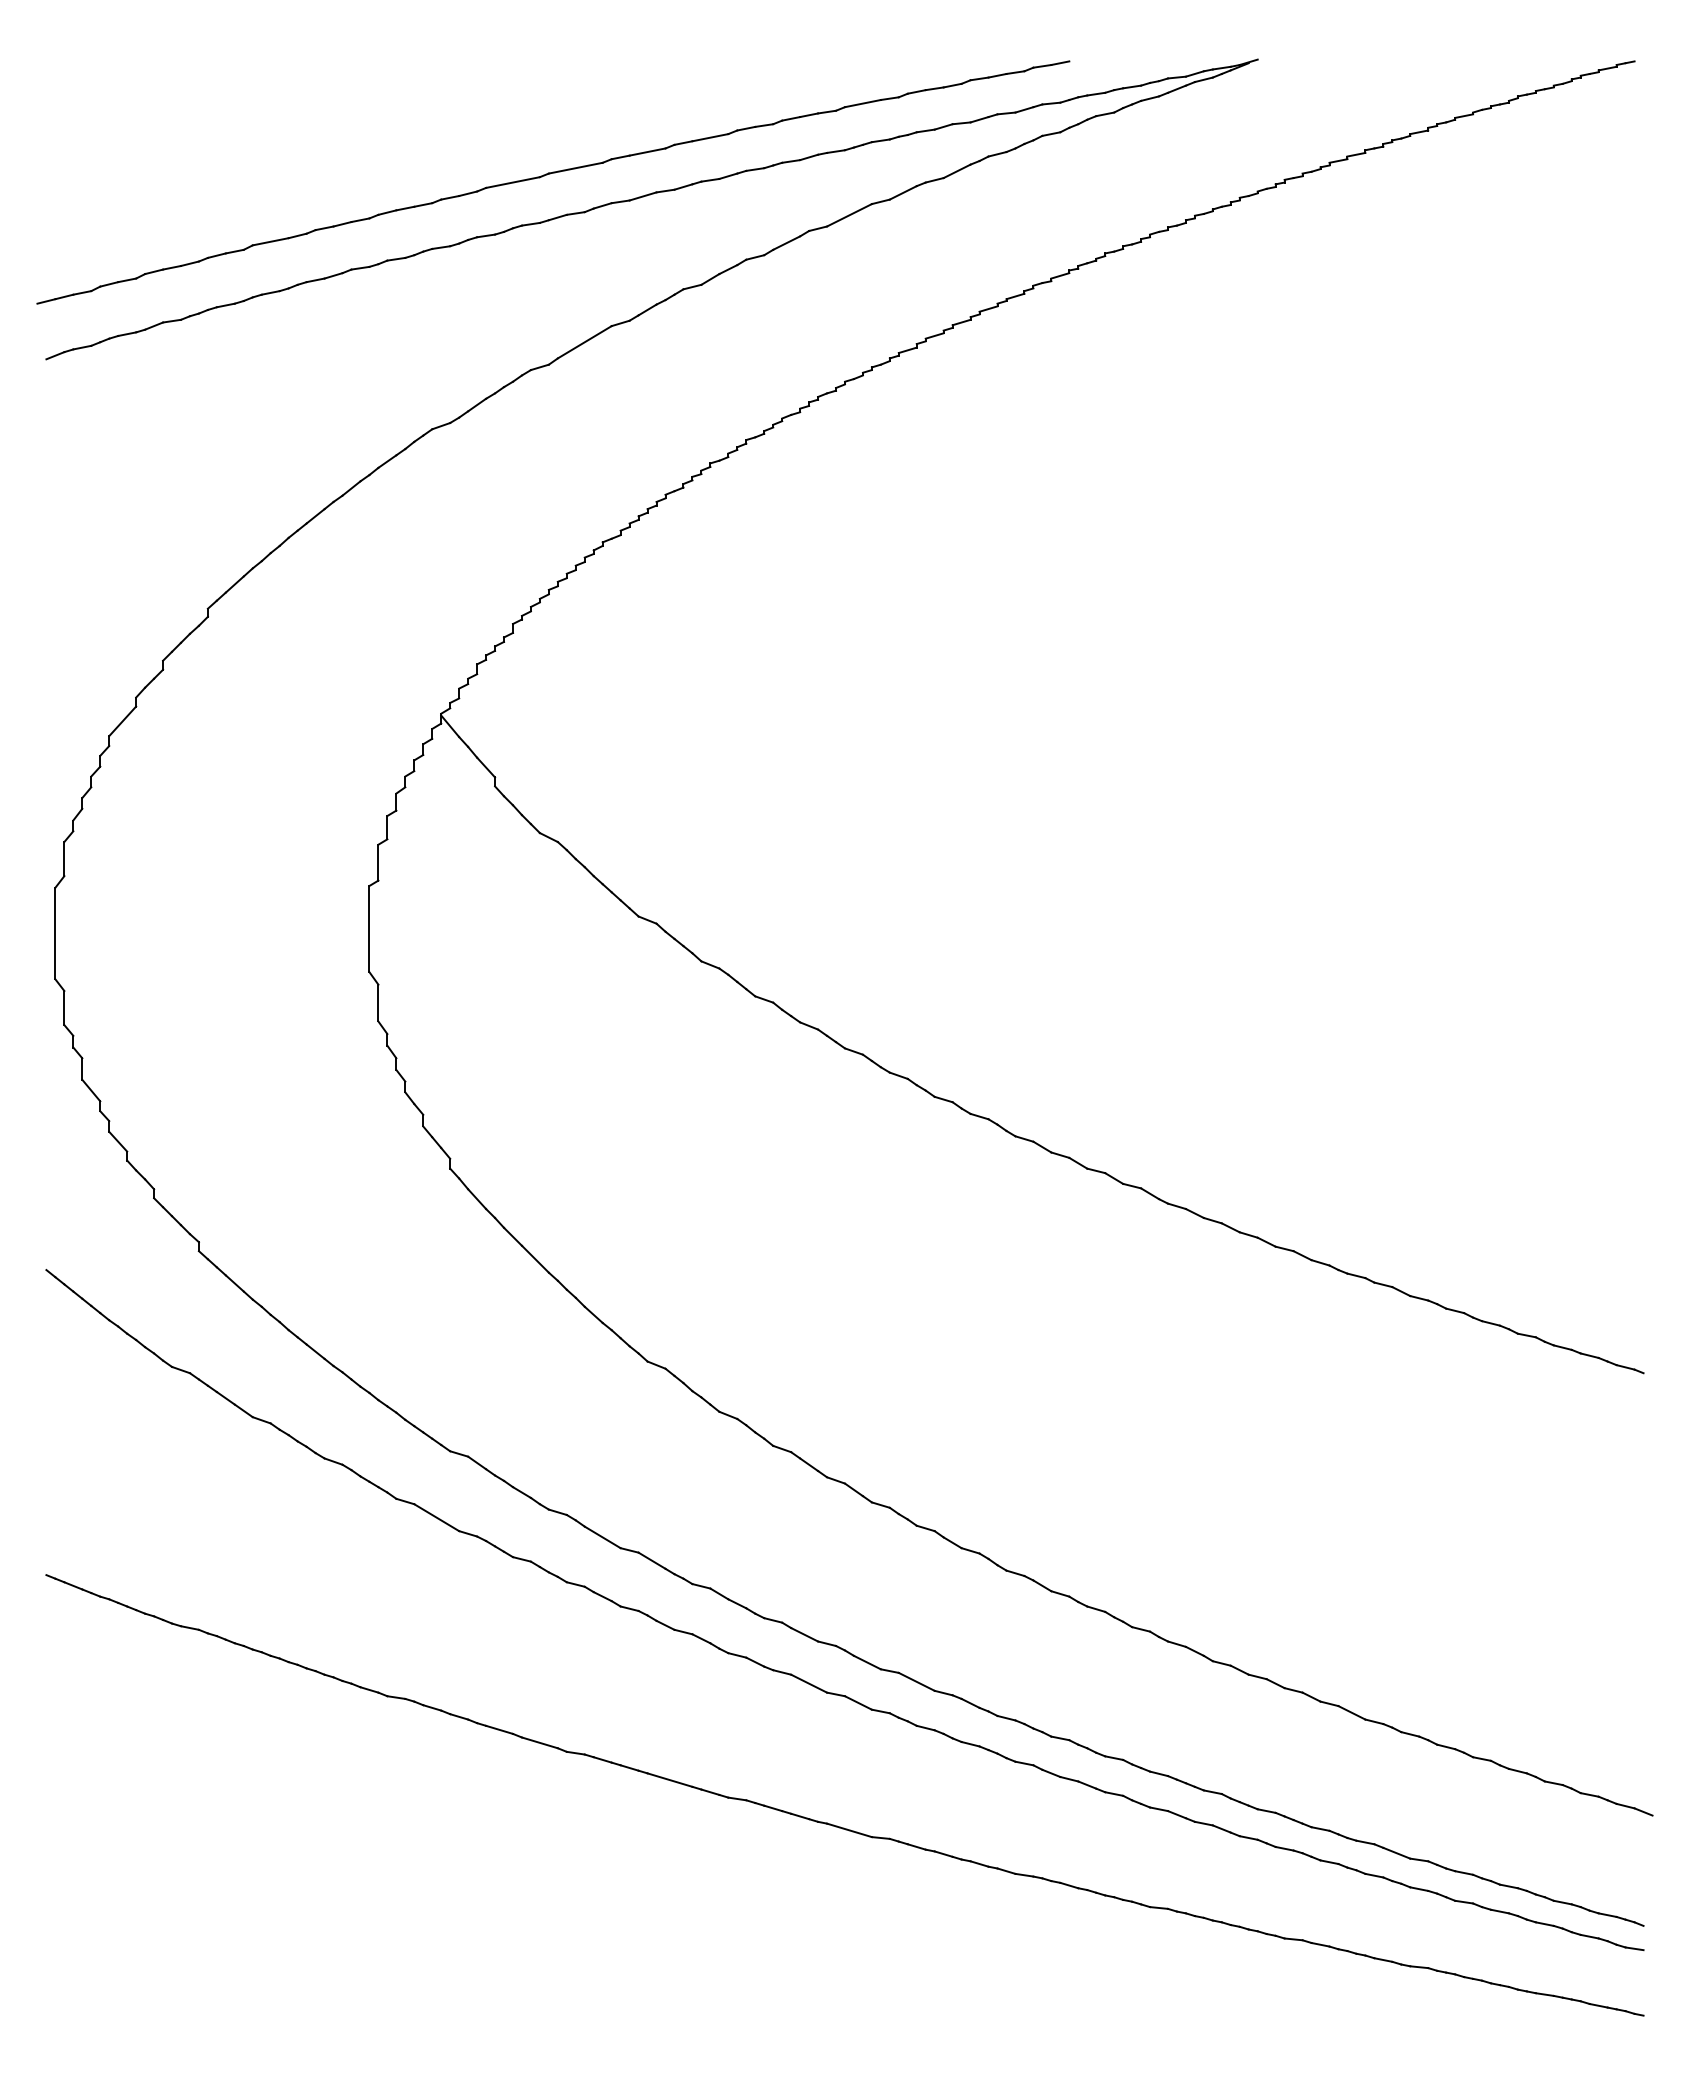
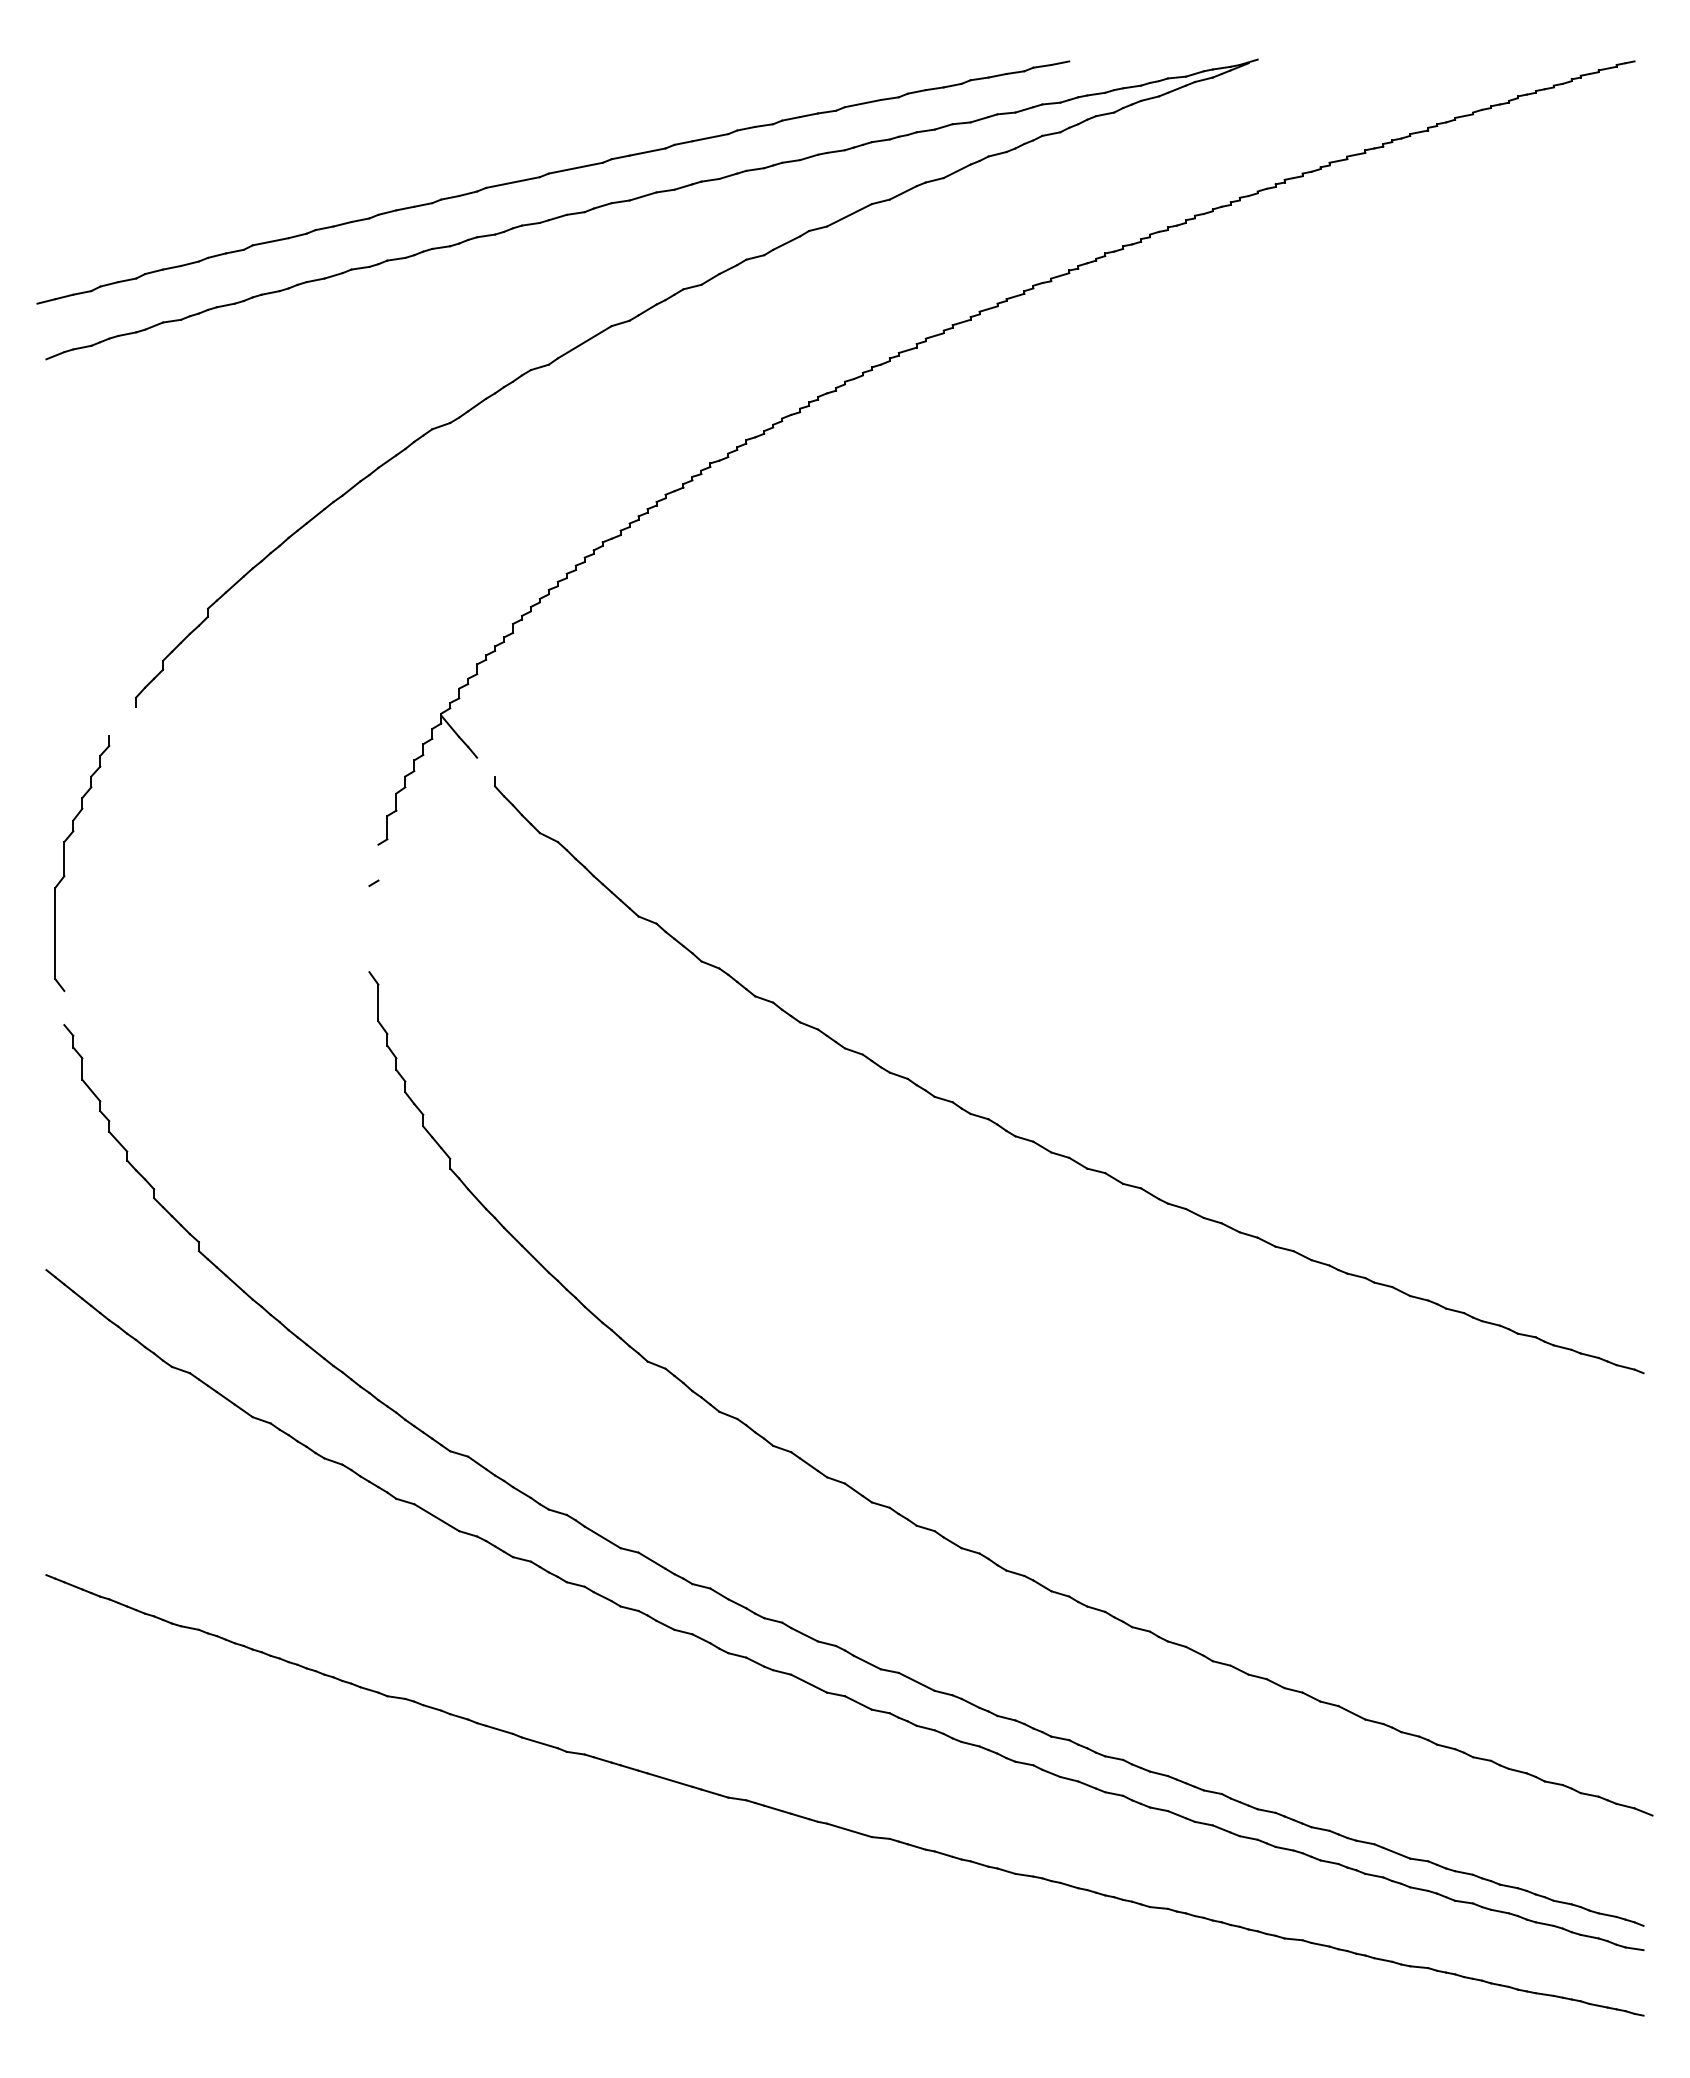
line at (122, 721): present -> none
line at (486, 767): present -> none
line at (378, 862): present -> none
line at (369, 929): present -> none
line at (64, 1007): present -> none
